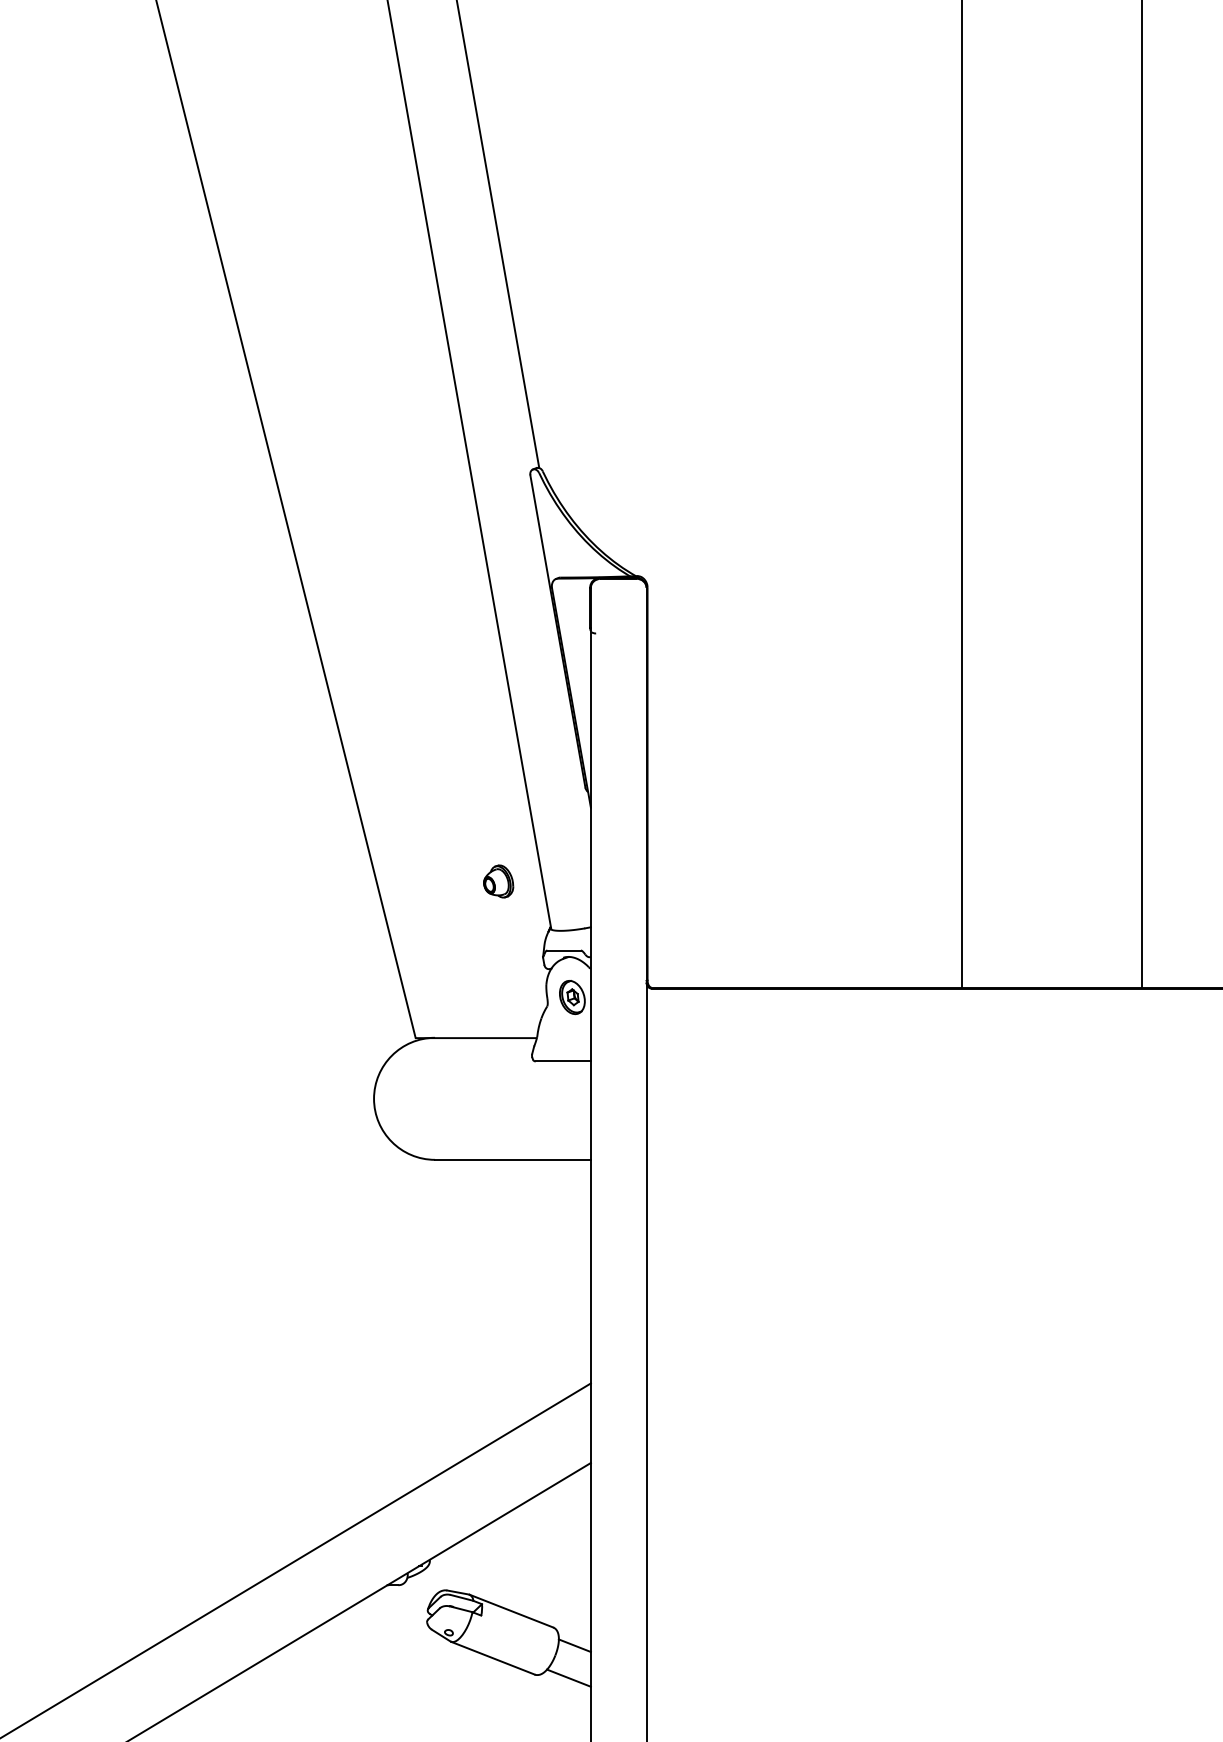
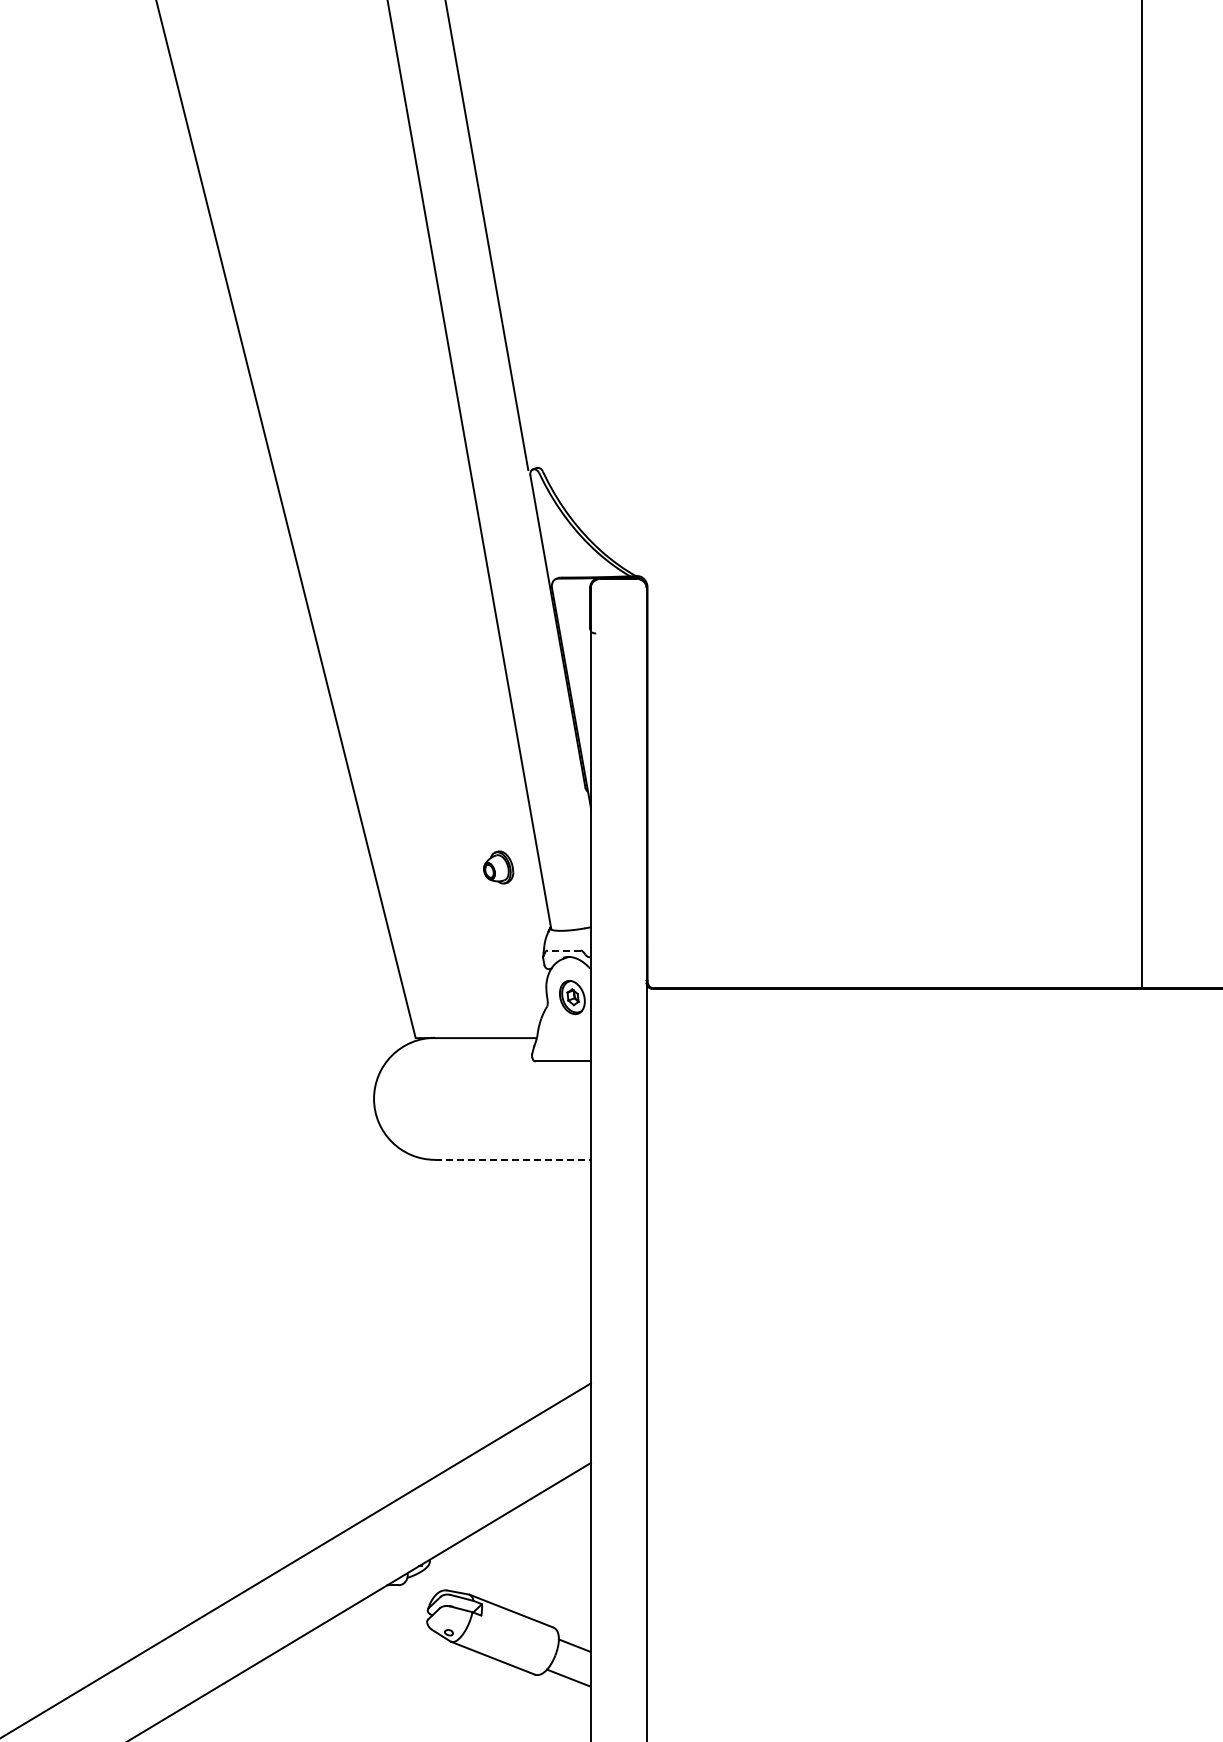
line at (498, 235) position: (498, 235) -> (486, 236)
line at (962, 494): present -> none
part at (498, 881) position: (498, 881) -> (498, 867)
line at (564, 950): solid -> dashed
line at (512, 1159): solid -> dashed
